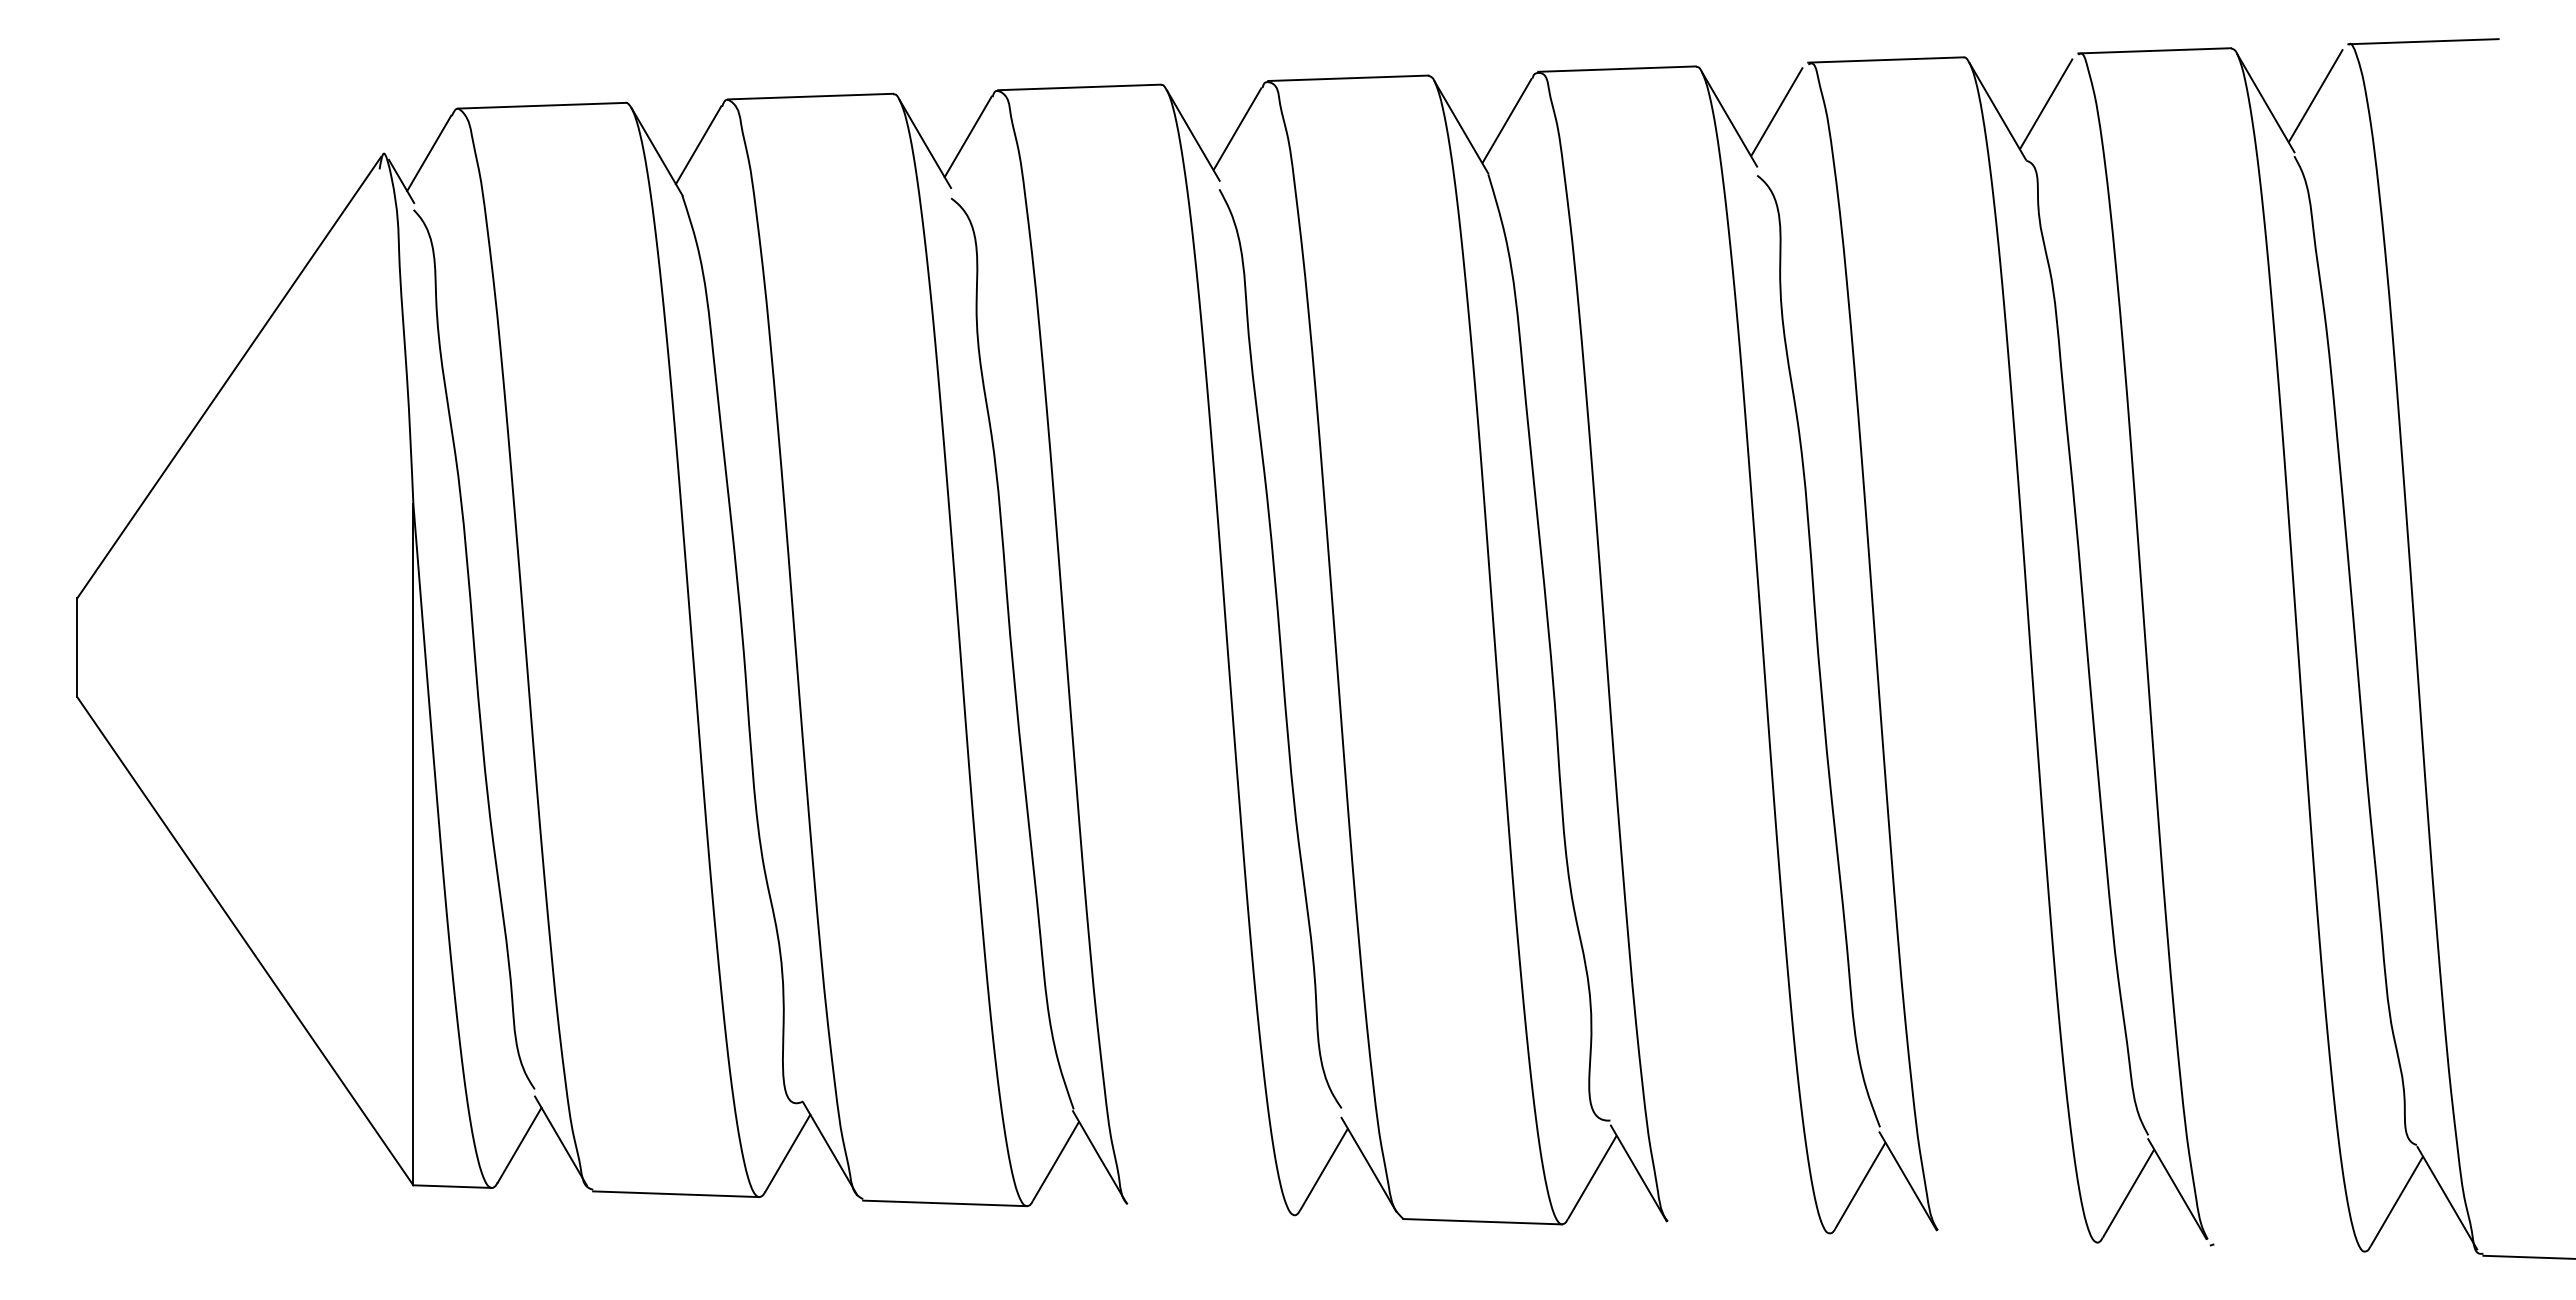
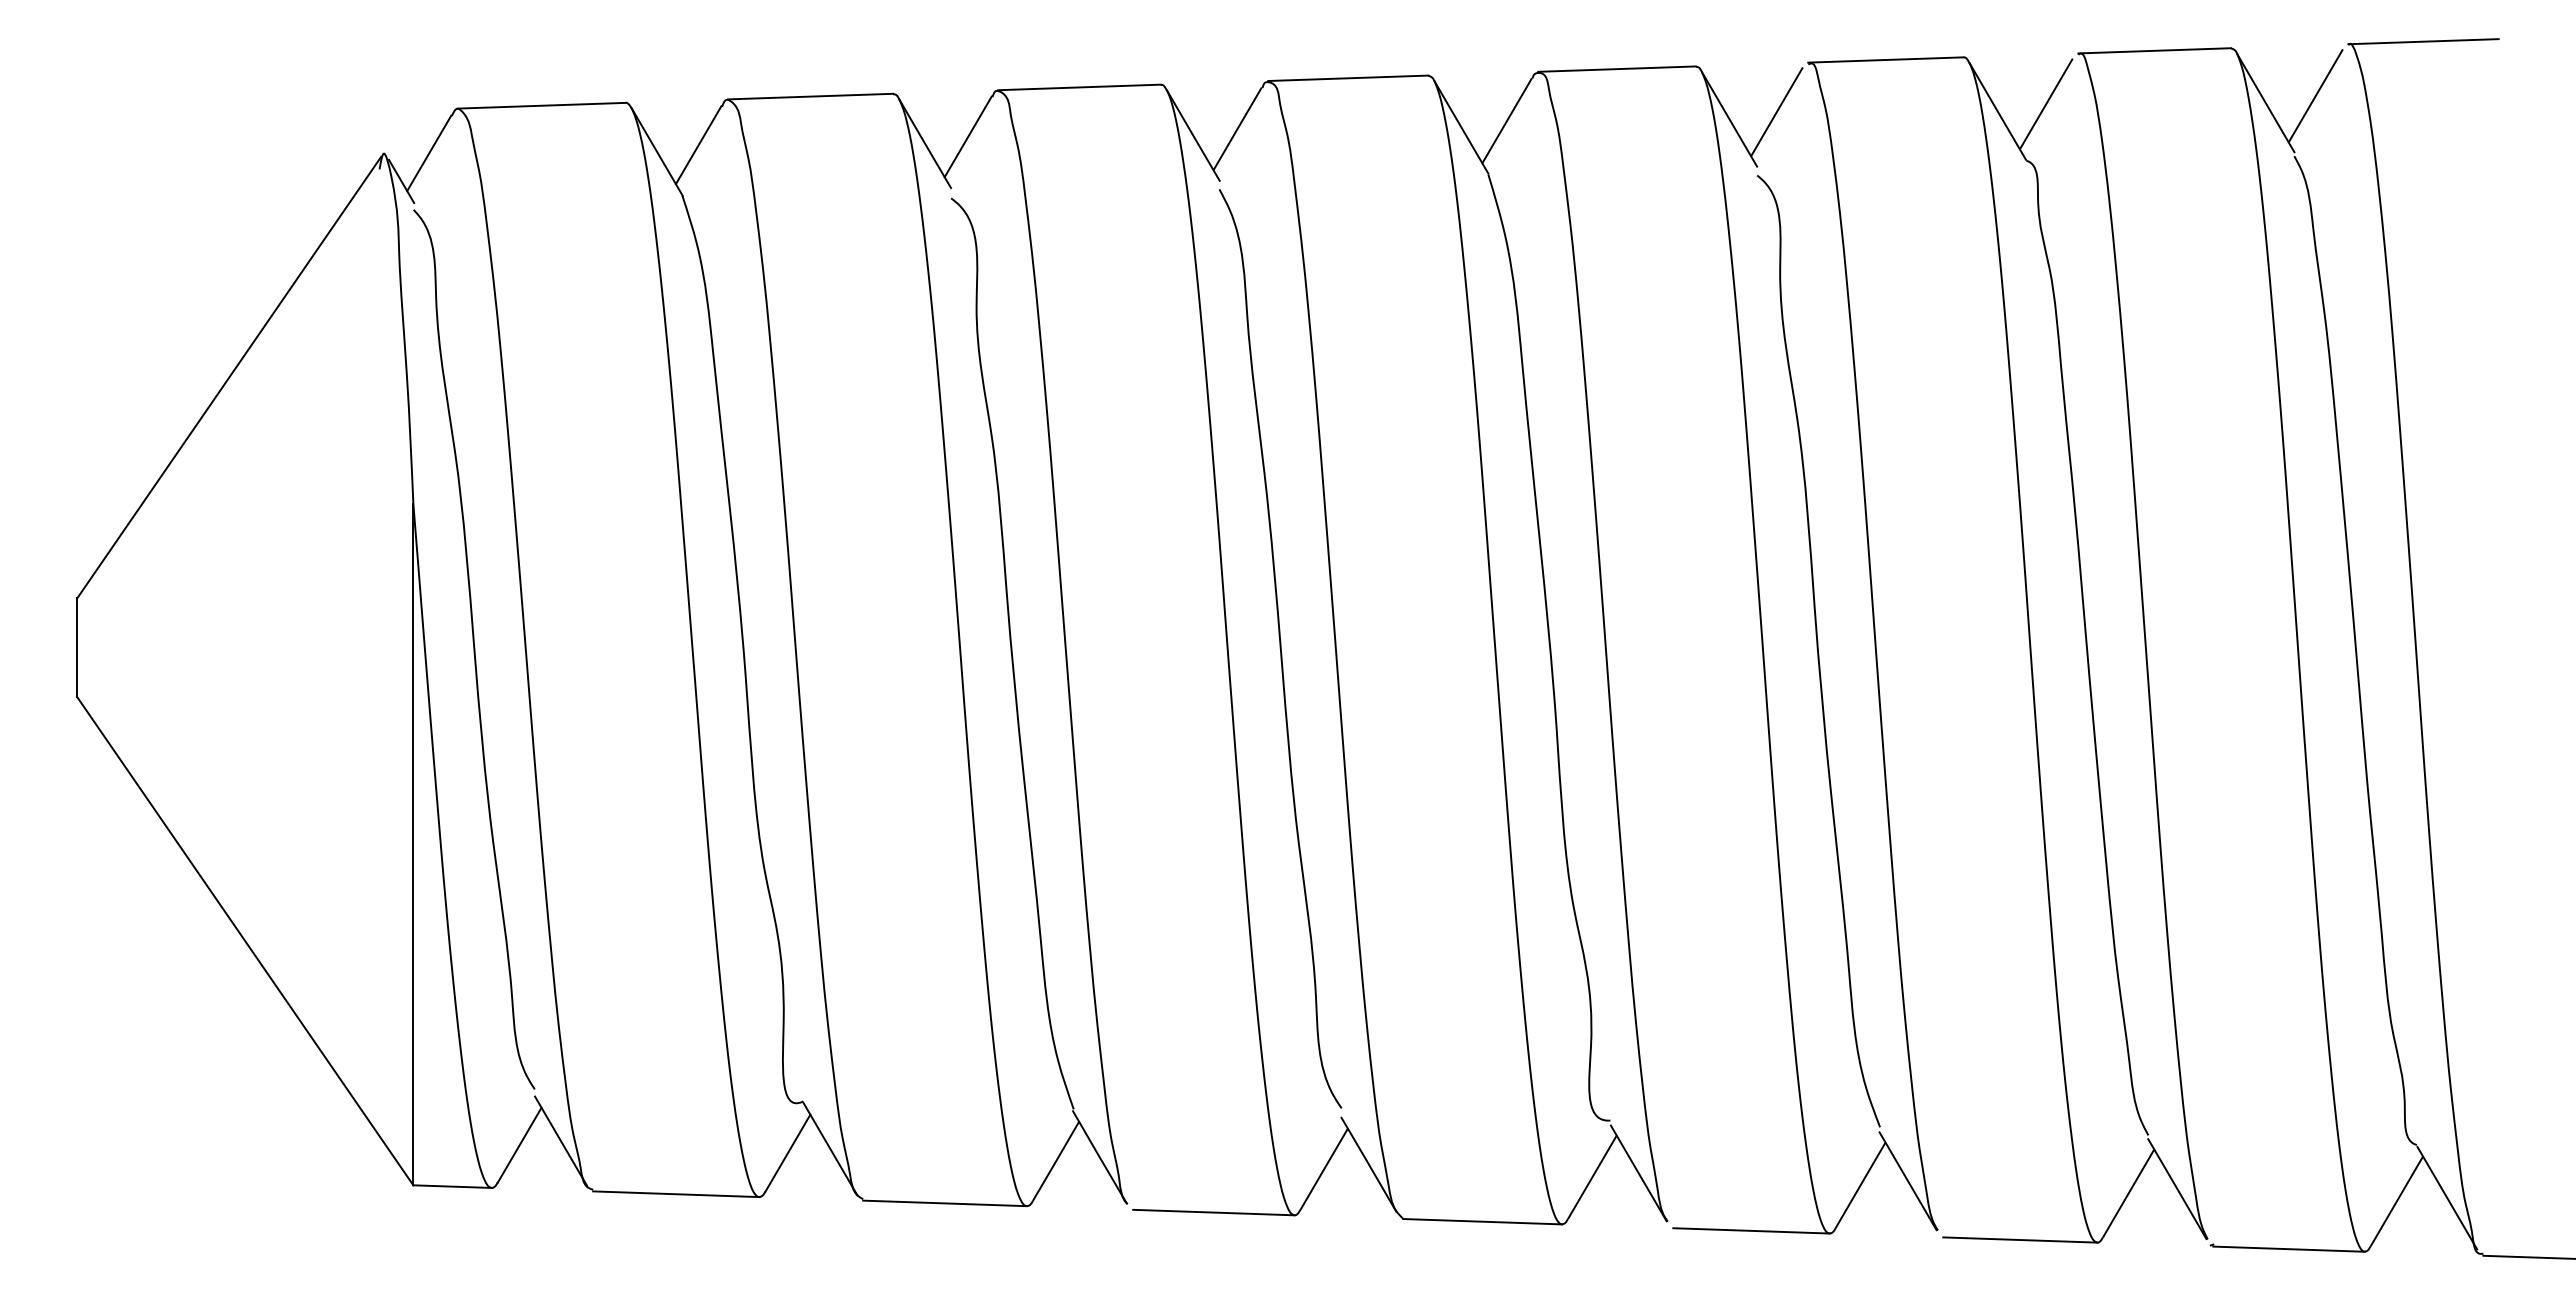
line at (1213, 1212): none -> present
line at (1751, 1230): none -> present
line at (2020, 1239): none -> present
line at (2288, 1248): none -> present
